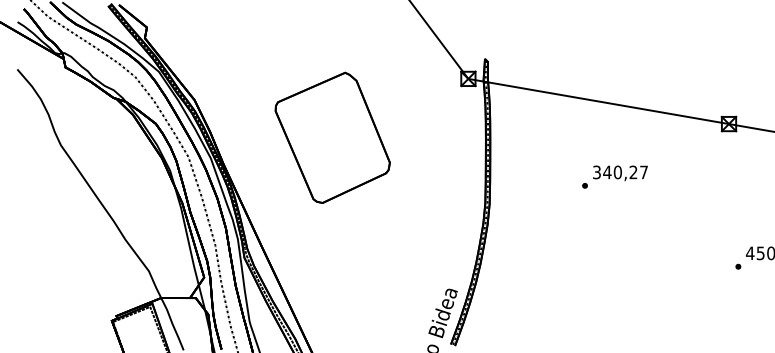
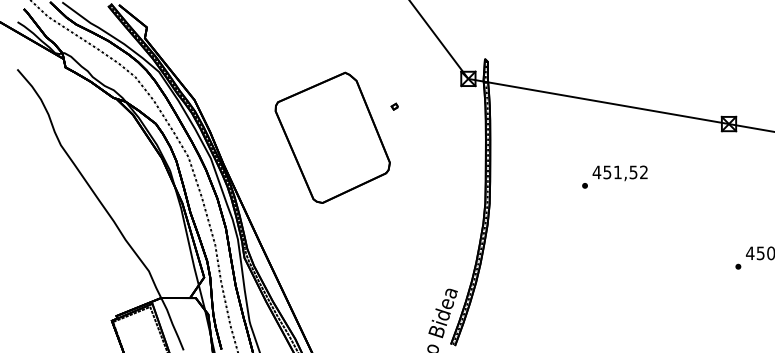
part at (394, 106): none -> present
text at (619, 172): 340,27 -> 451,52
